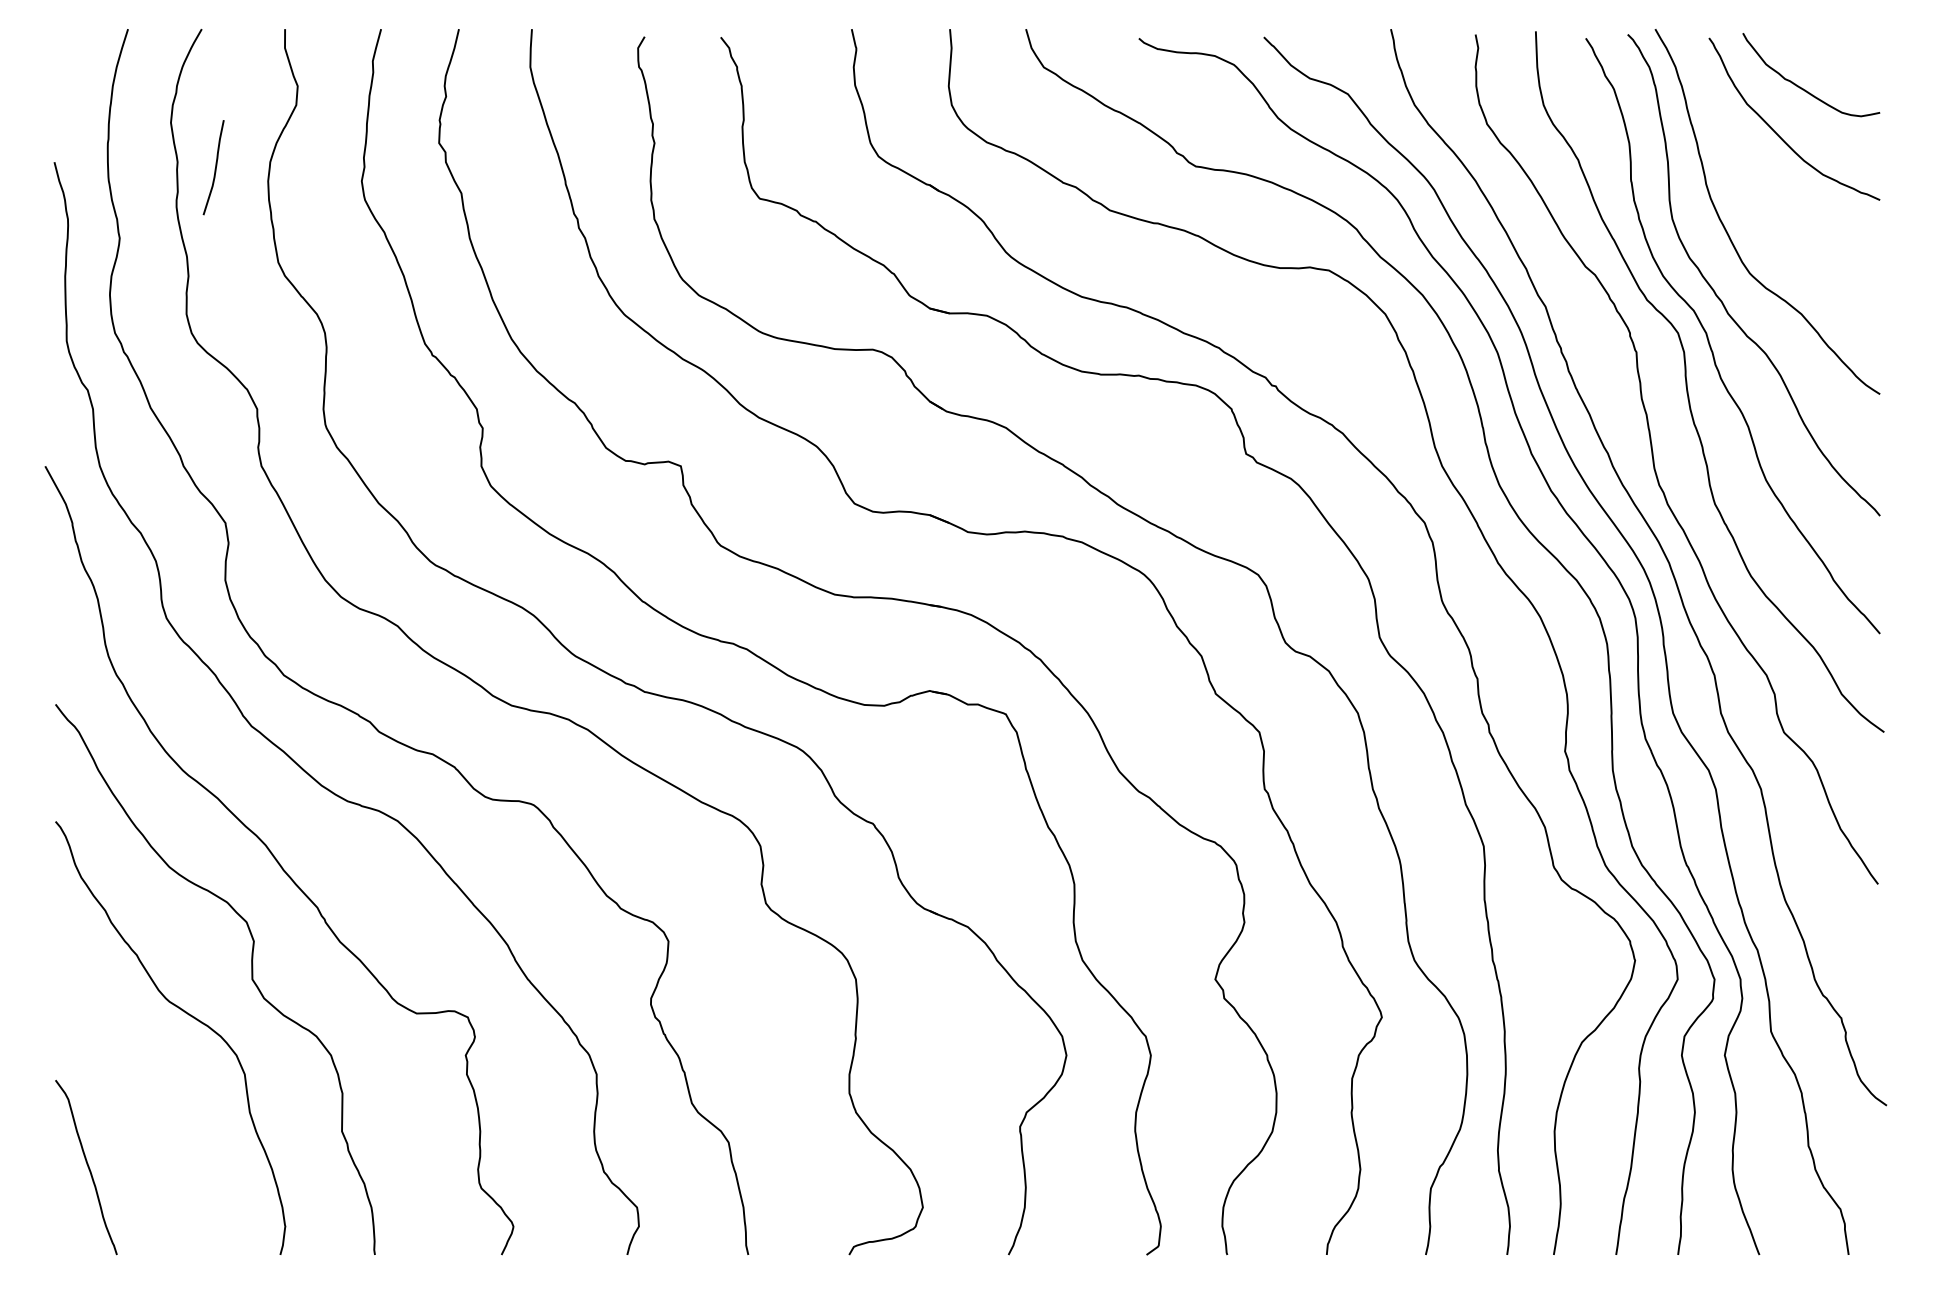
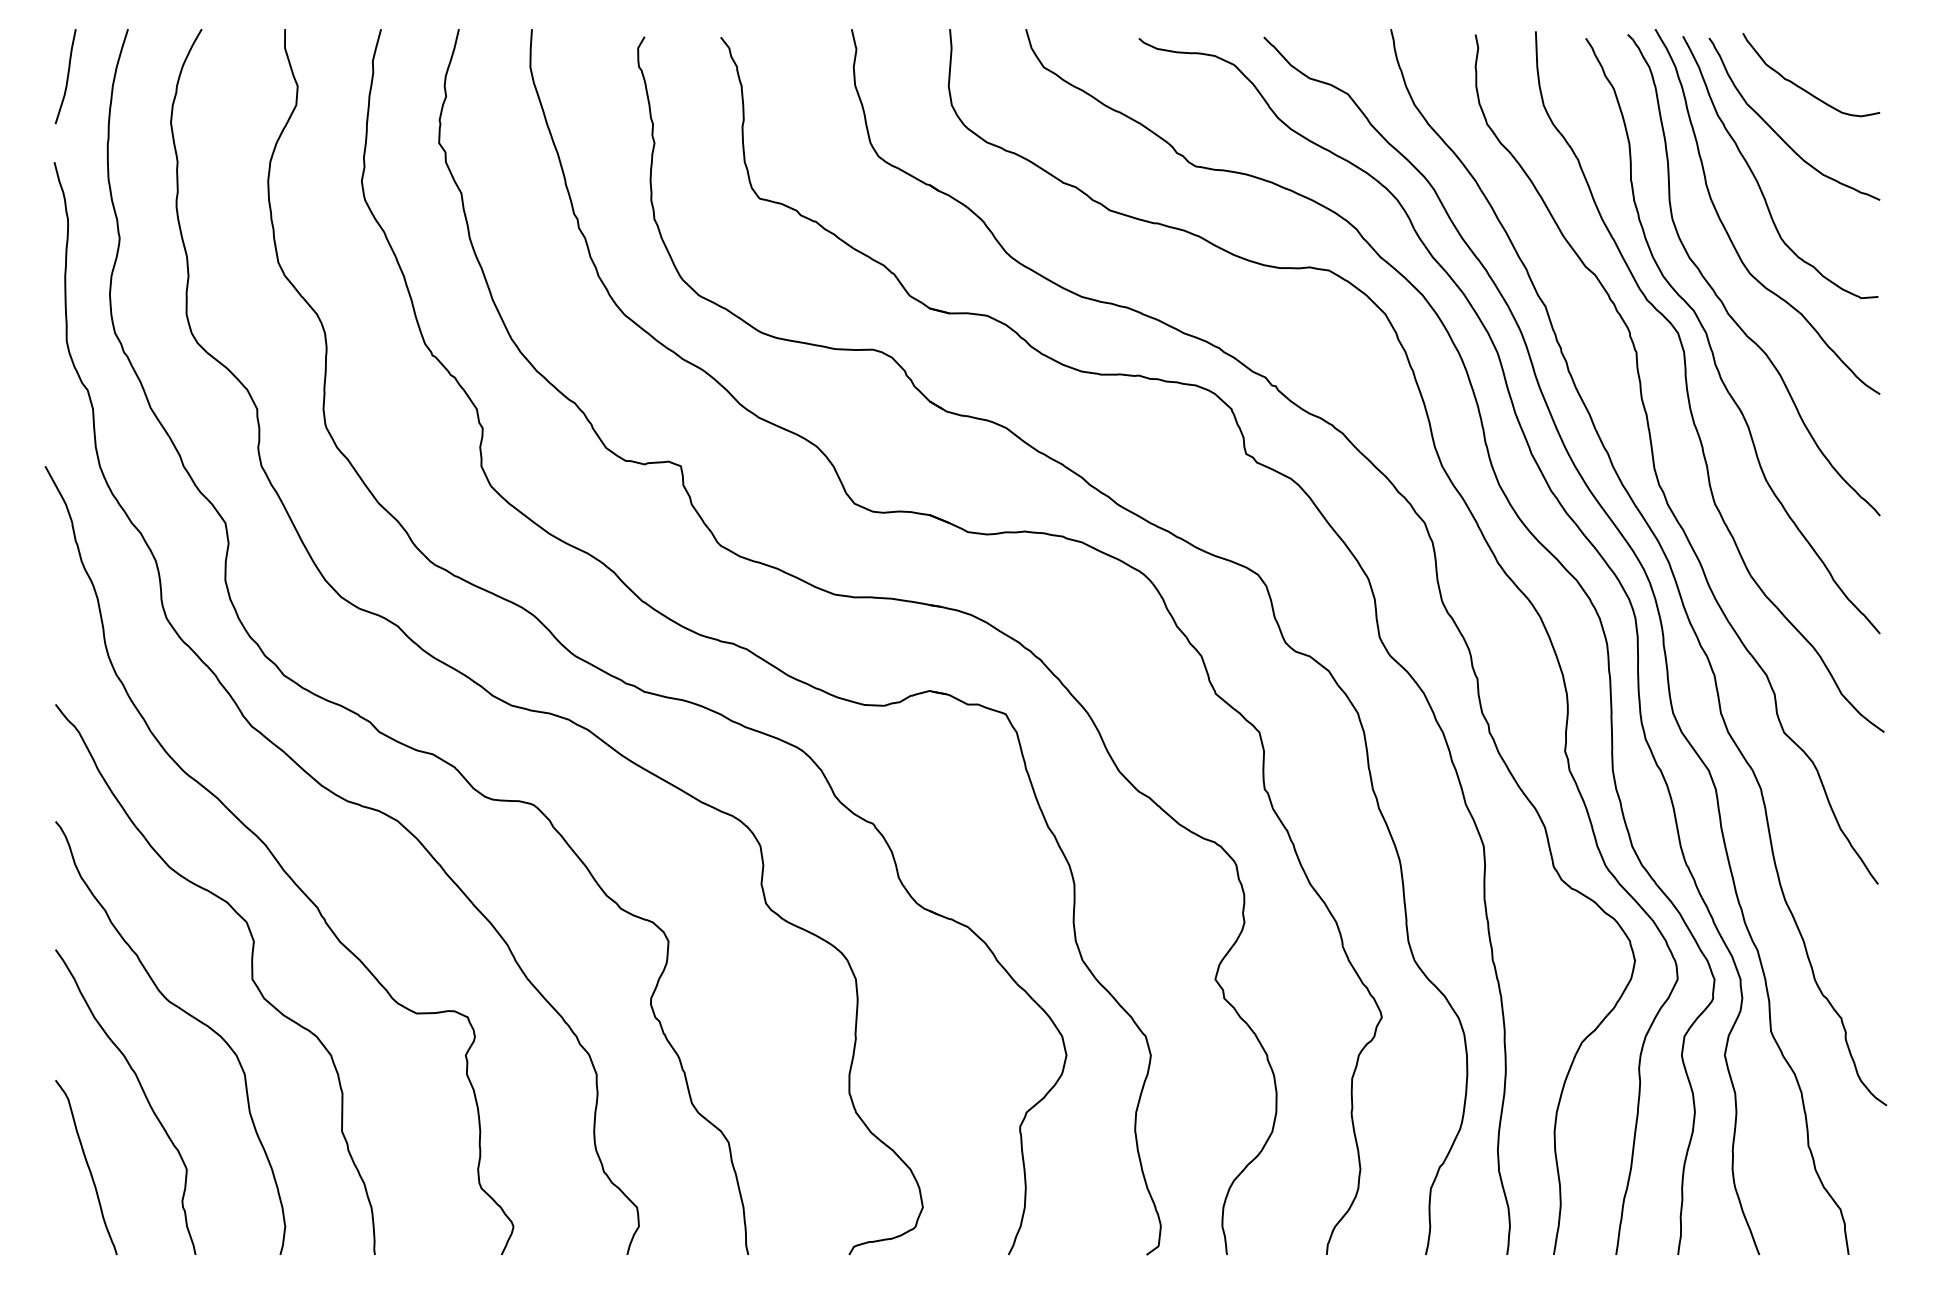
curve at (214, 168) position: (214, 168) -> (66, 77)
curve at (1757, 179): none -> present
curve at (144, 1096): none -> present
